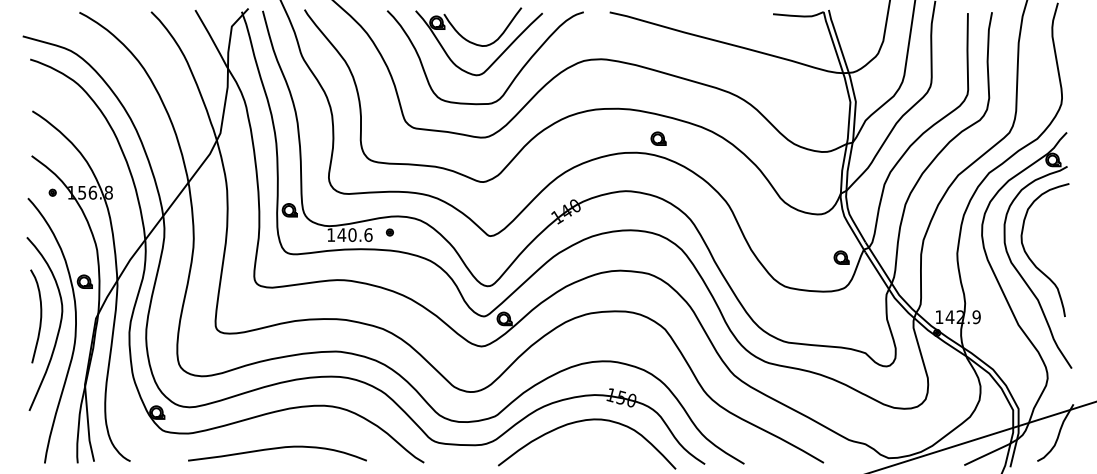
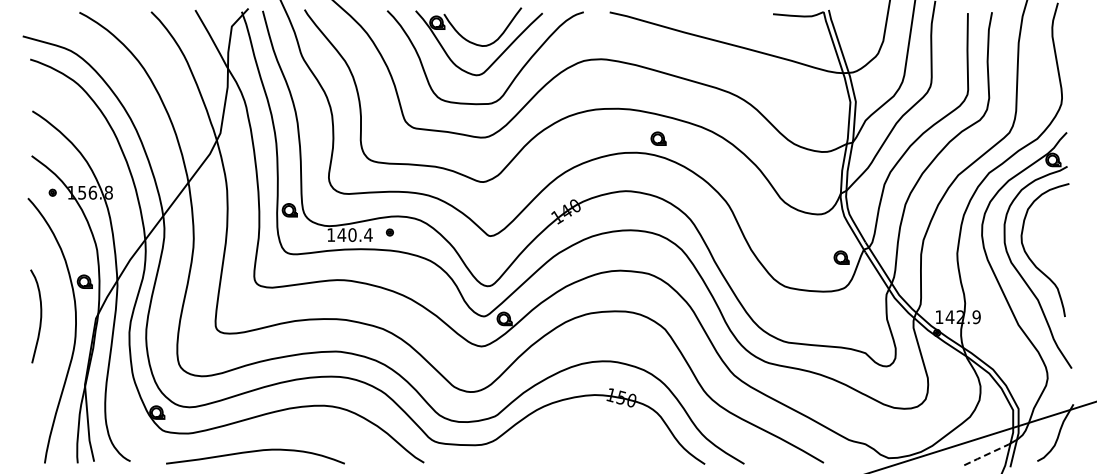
text at (368, 234): 140.6 -> 140.4
curve at (58, 327): present -> none
curve at (585, 421): present -> none
curve at (276, 449) position: (276, 449) -> (254, 452)
line at (987, 454): solid -> dashed
